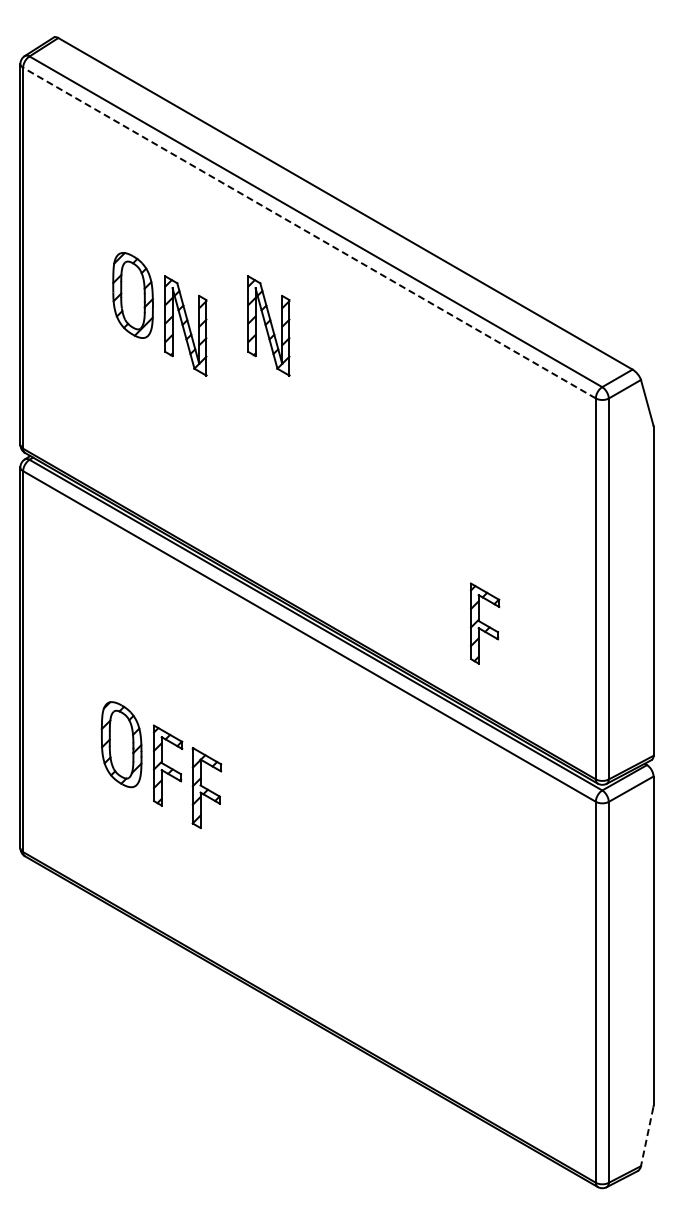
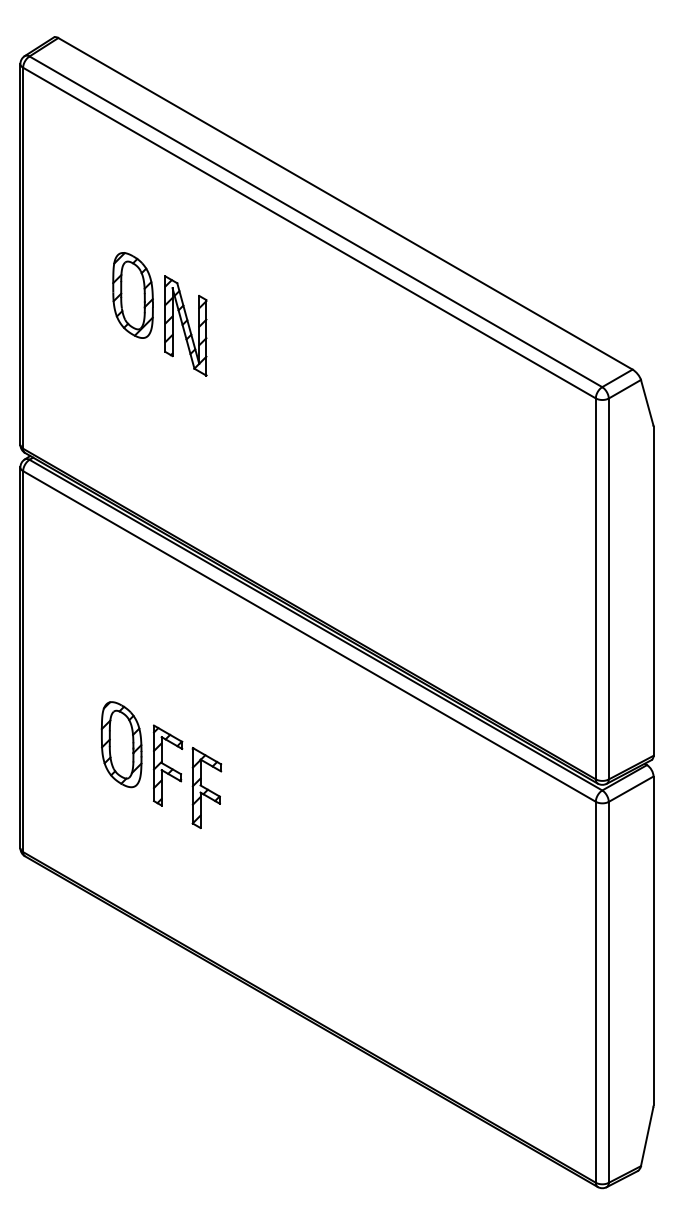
line at (309, 233): dashed -> solid
part at (268, 325): present -> none
part at (484, 623): present -> none
line at (647, 1136): dashed -> solid
